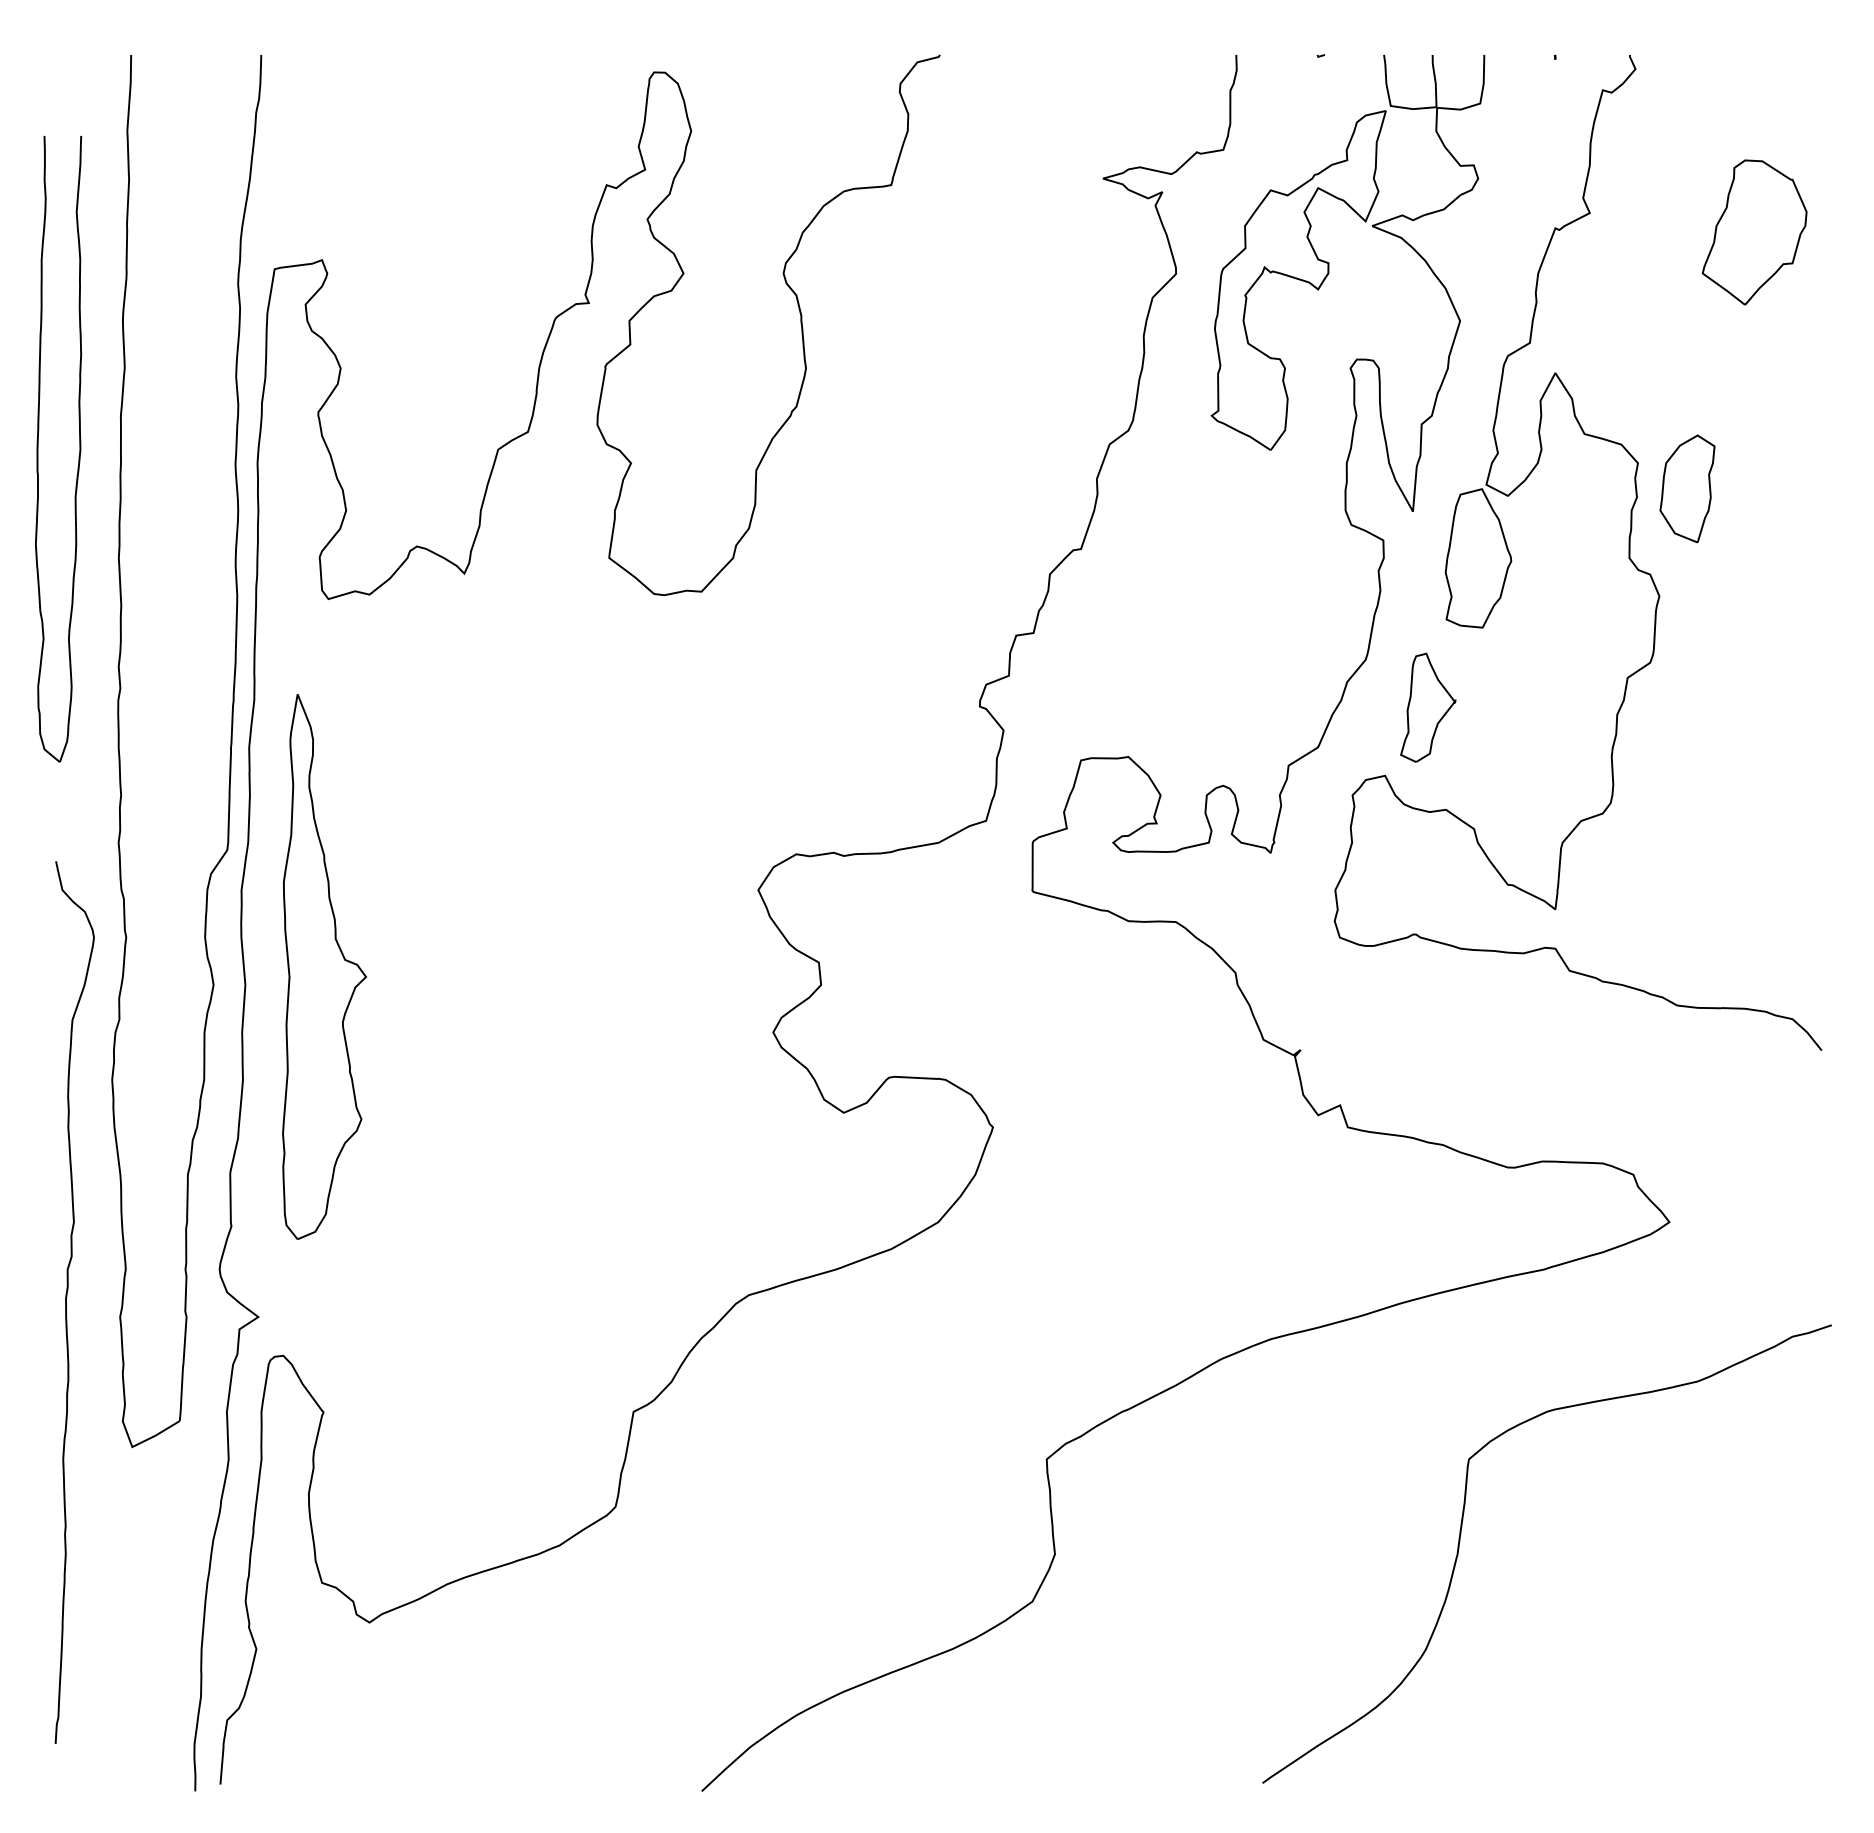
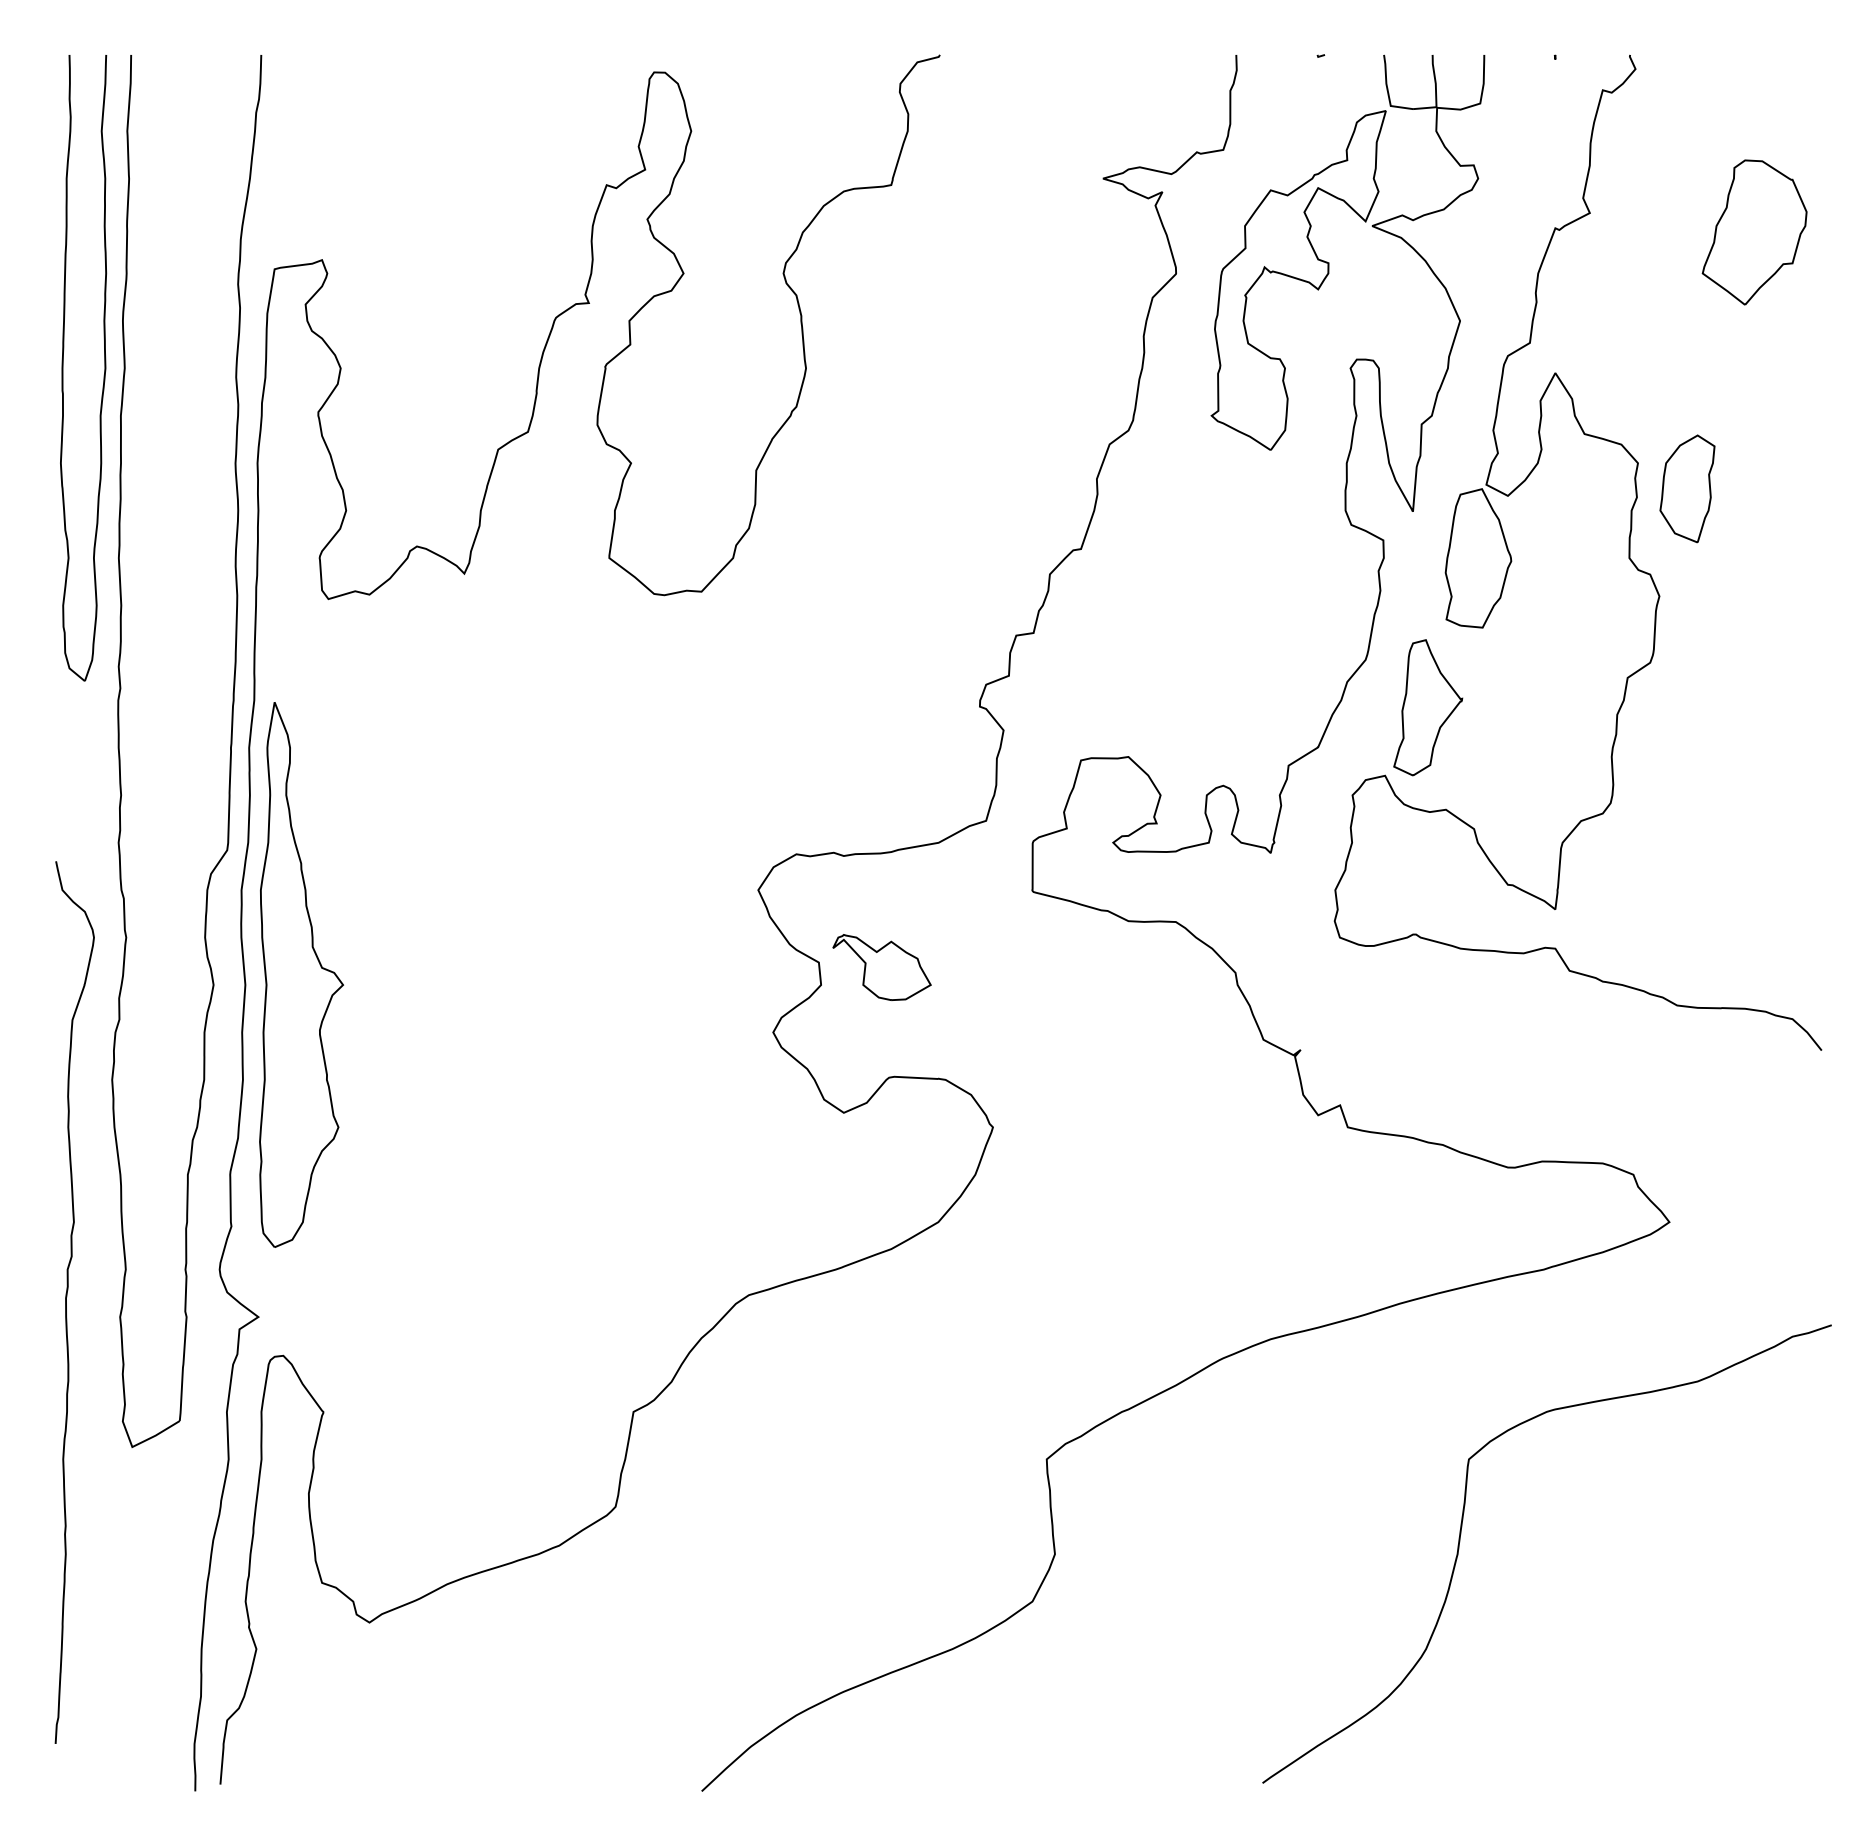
part at (38, 449) position: (38, 449) -> (63, 368)
part at (1428, 707) size: 57x111 px -> 71x138 px
part at (324, 966) position: (324, 966) -> (301, 974)
part at (881, 967): none -> present
